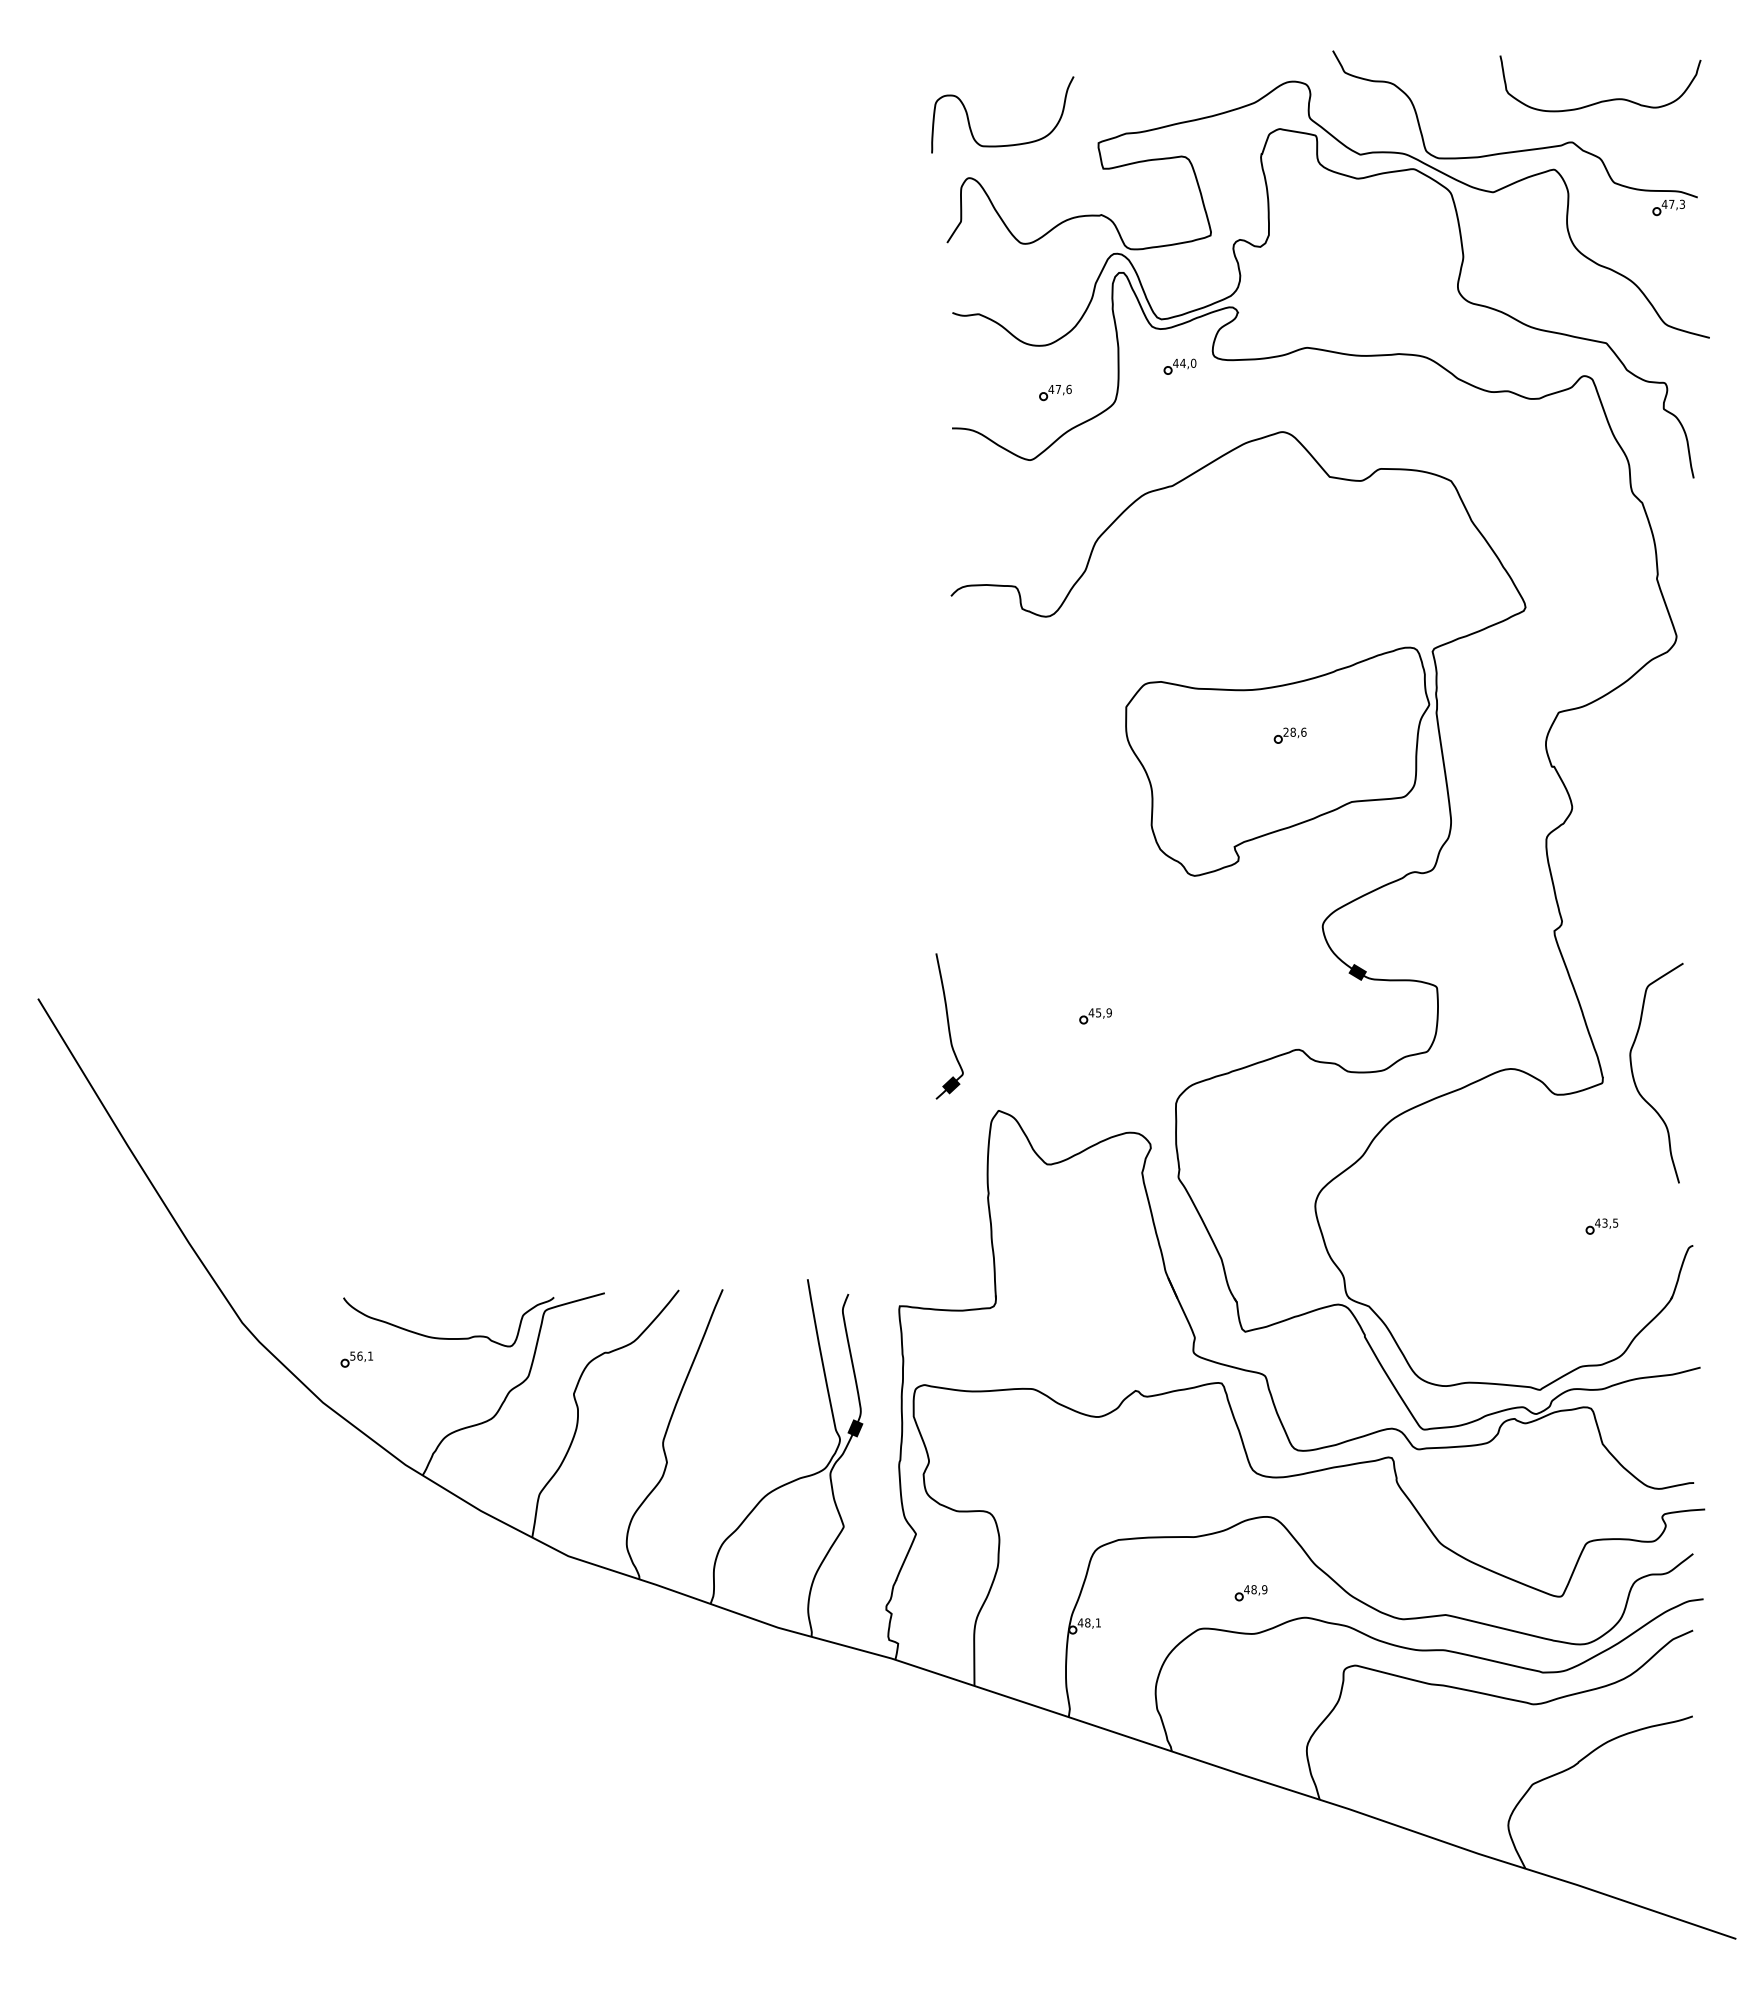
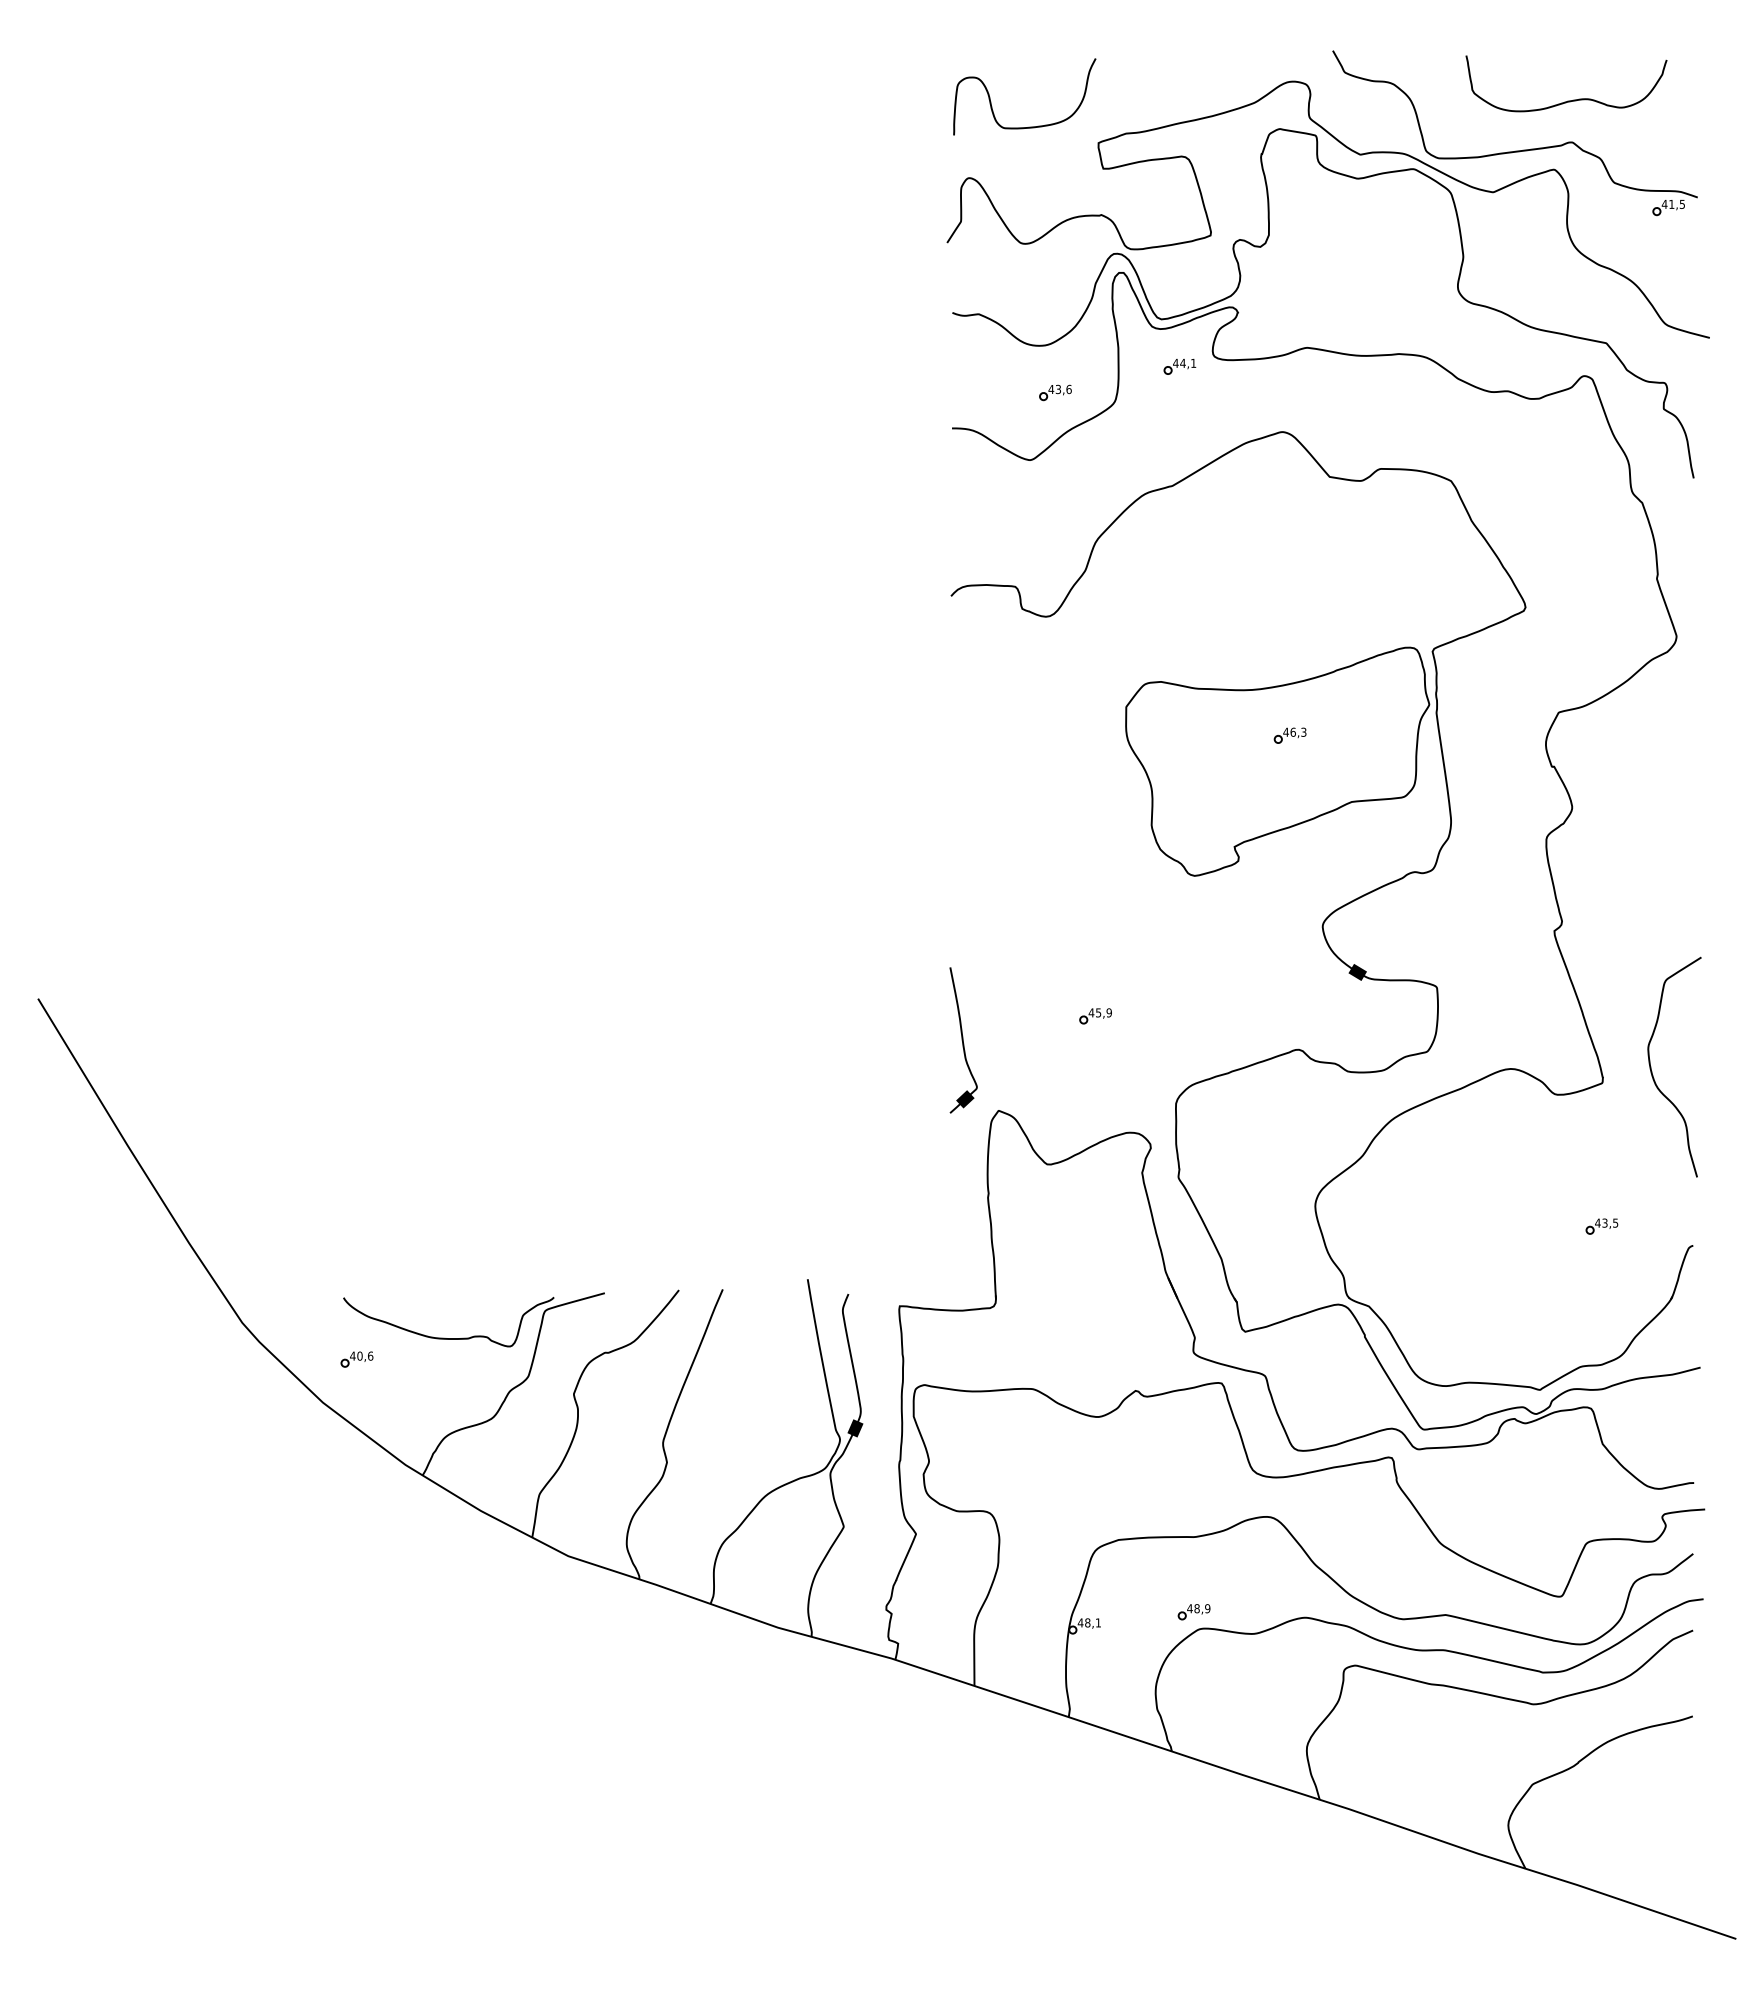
curve at (1601, 100) position: (1601, 100) -> (1567, 100)
curve at (1006, 144) position: (1006, 144) -> (1028, 126)
text at (1676, 203): 47,3 -> 41,5
text at (1193, 362): 44,0 -> 44,1
text at (1057, 389): 47,6 -> 43,6
text at (1294, 731): 28,6 -> 46,3
part at (949, 1026) position: (949, 1026) -> (963, 1040)
curve at (1634, 1077) position: (1634, 1077) -> (1652, 1071)
text at (361, 1355): 56,1 -> 40,6
part at (1250, 1593) position: (1250, 1593) -> (1193, 1612)
